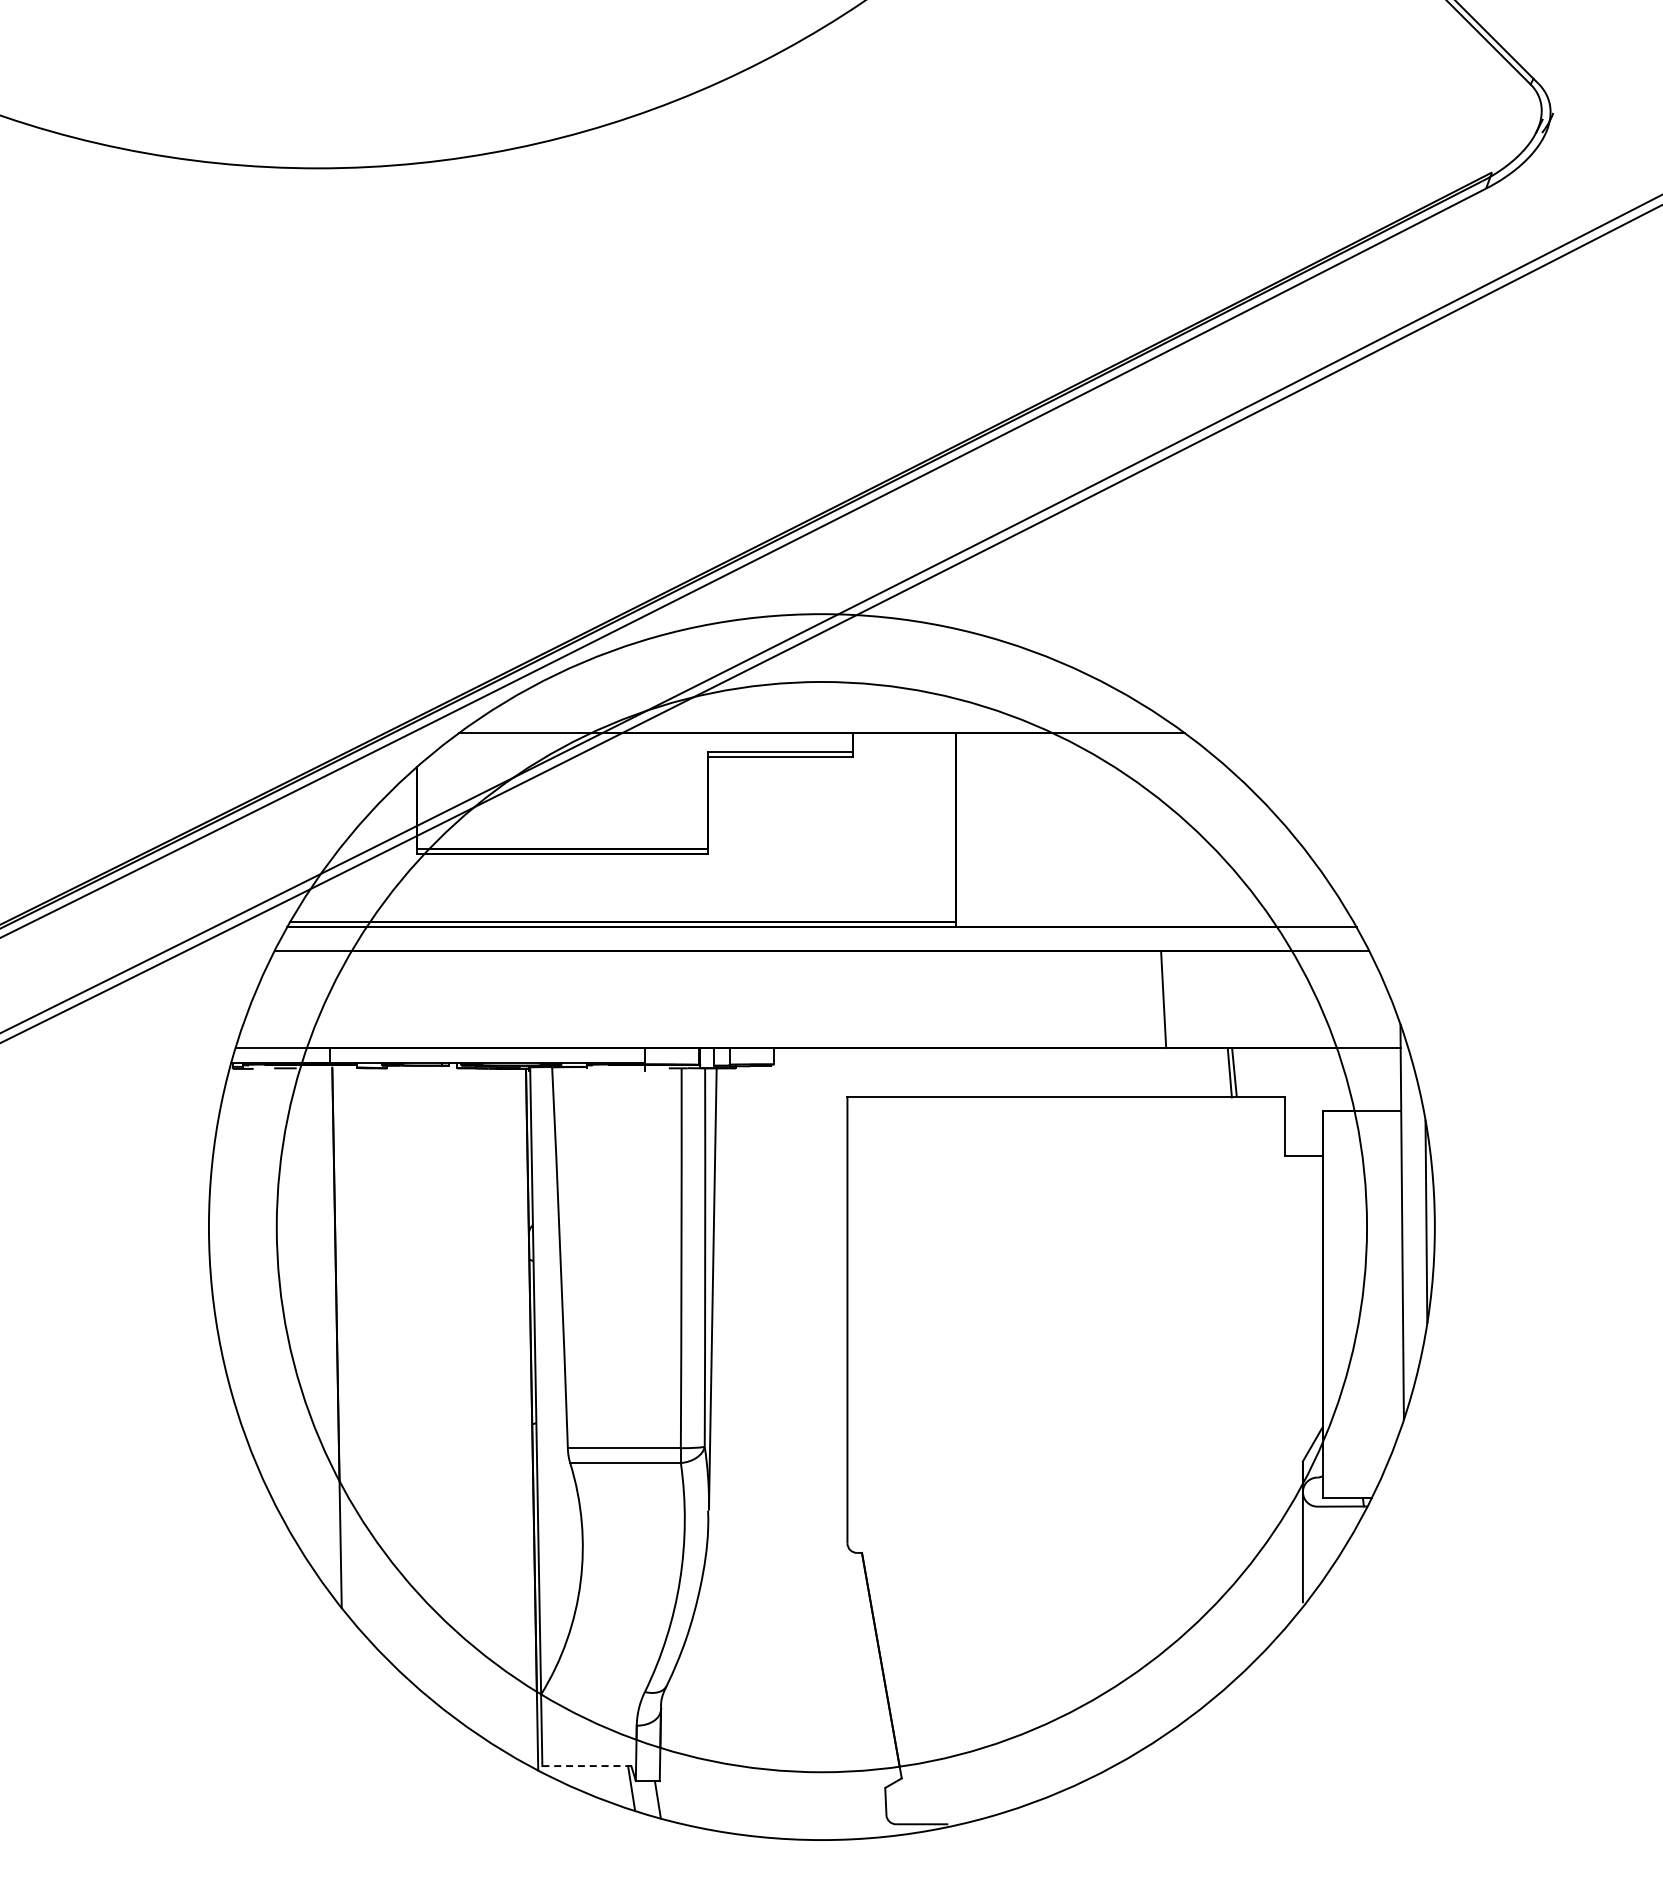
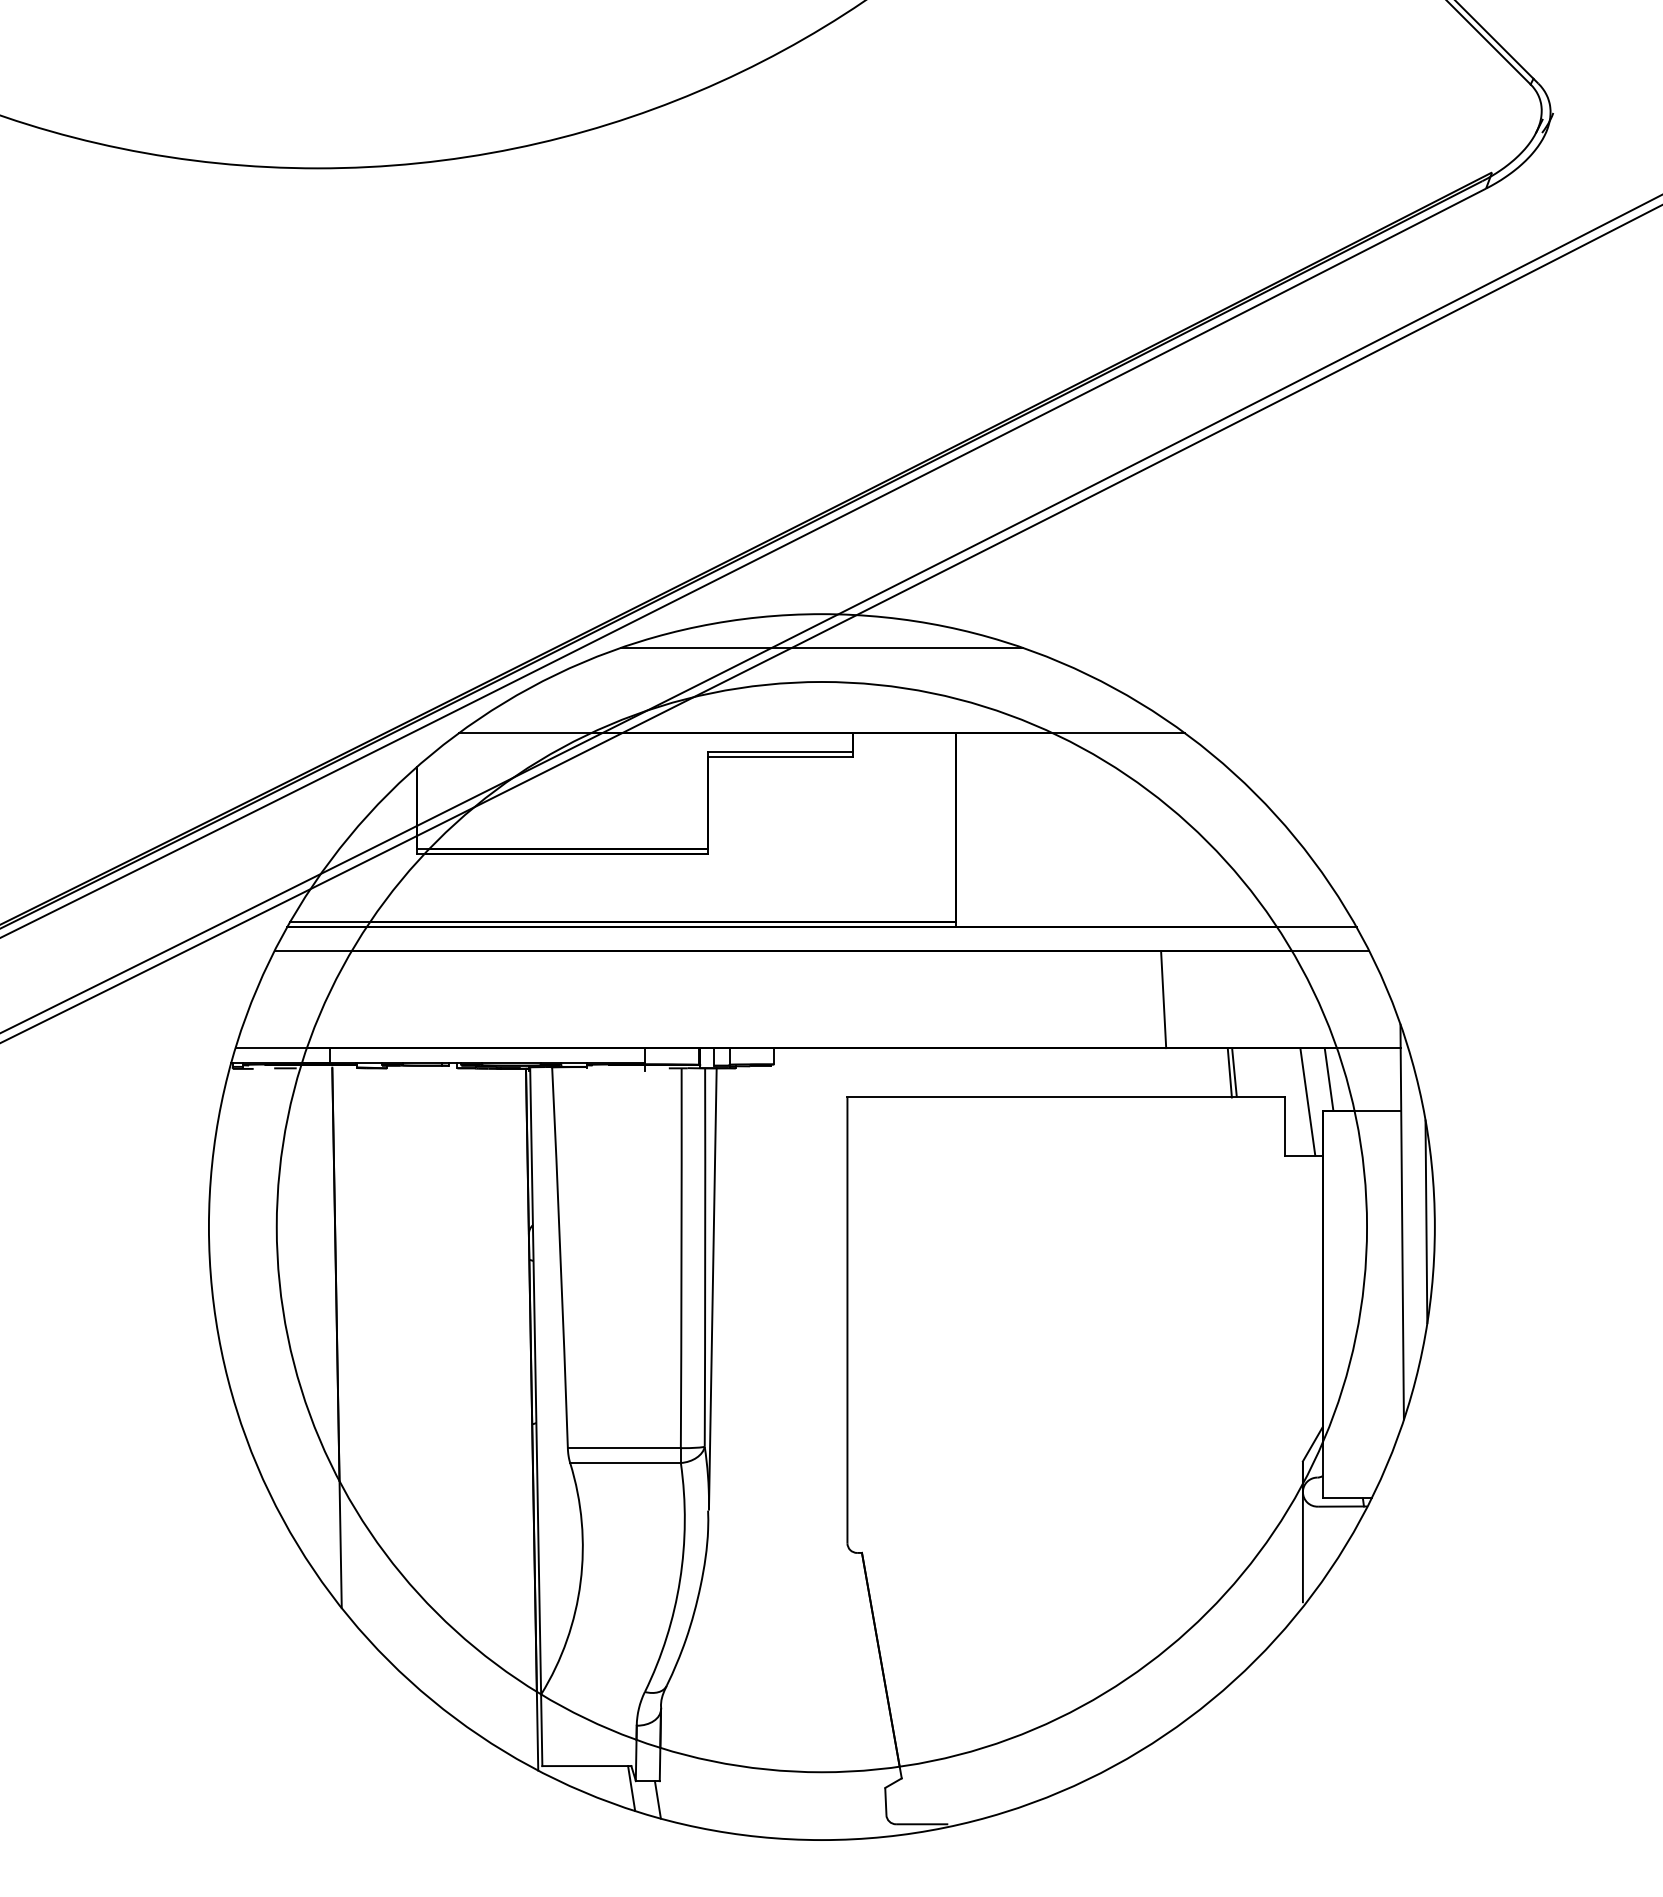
line at (821, 648): none -> present
line at (1328, 1079): none -> present
line at (1307, 1101): none -> present
line at (587, 1766): dashed -> solid
